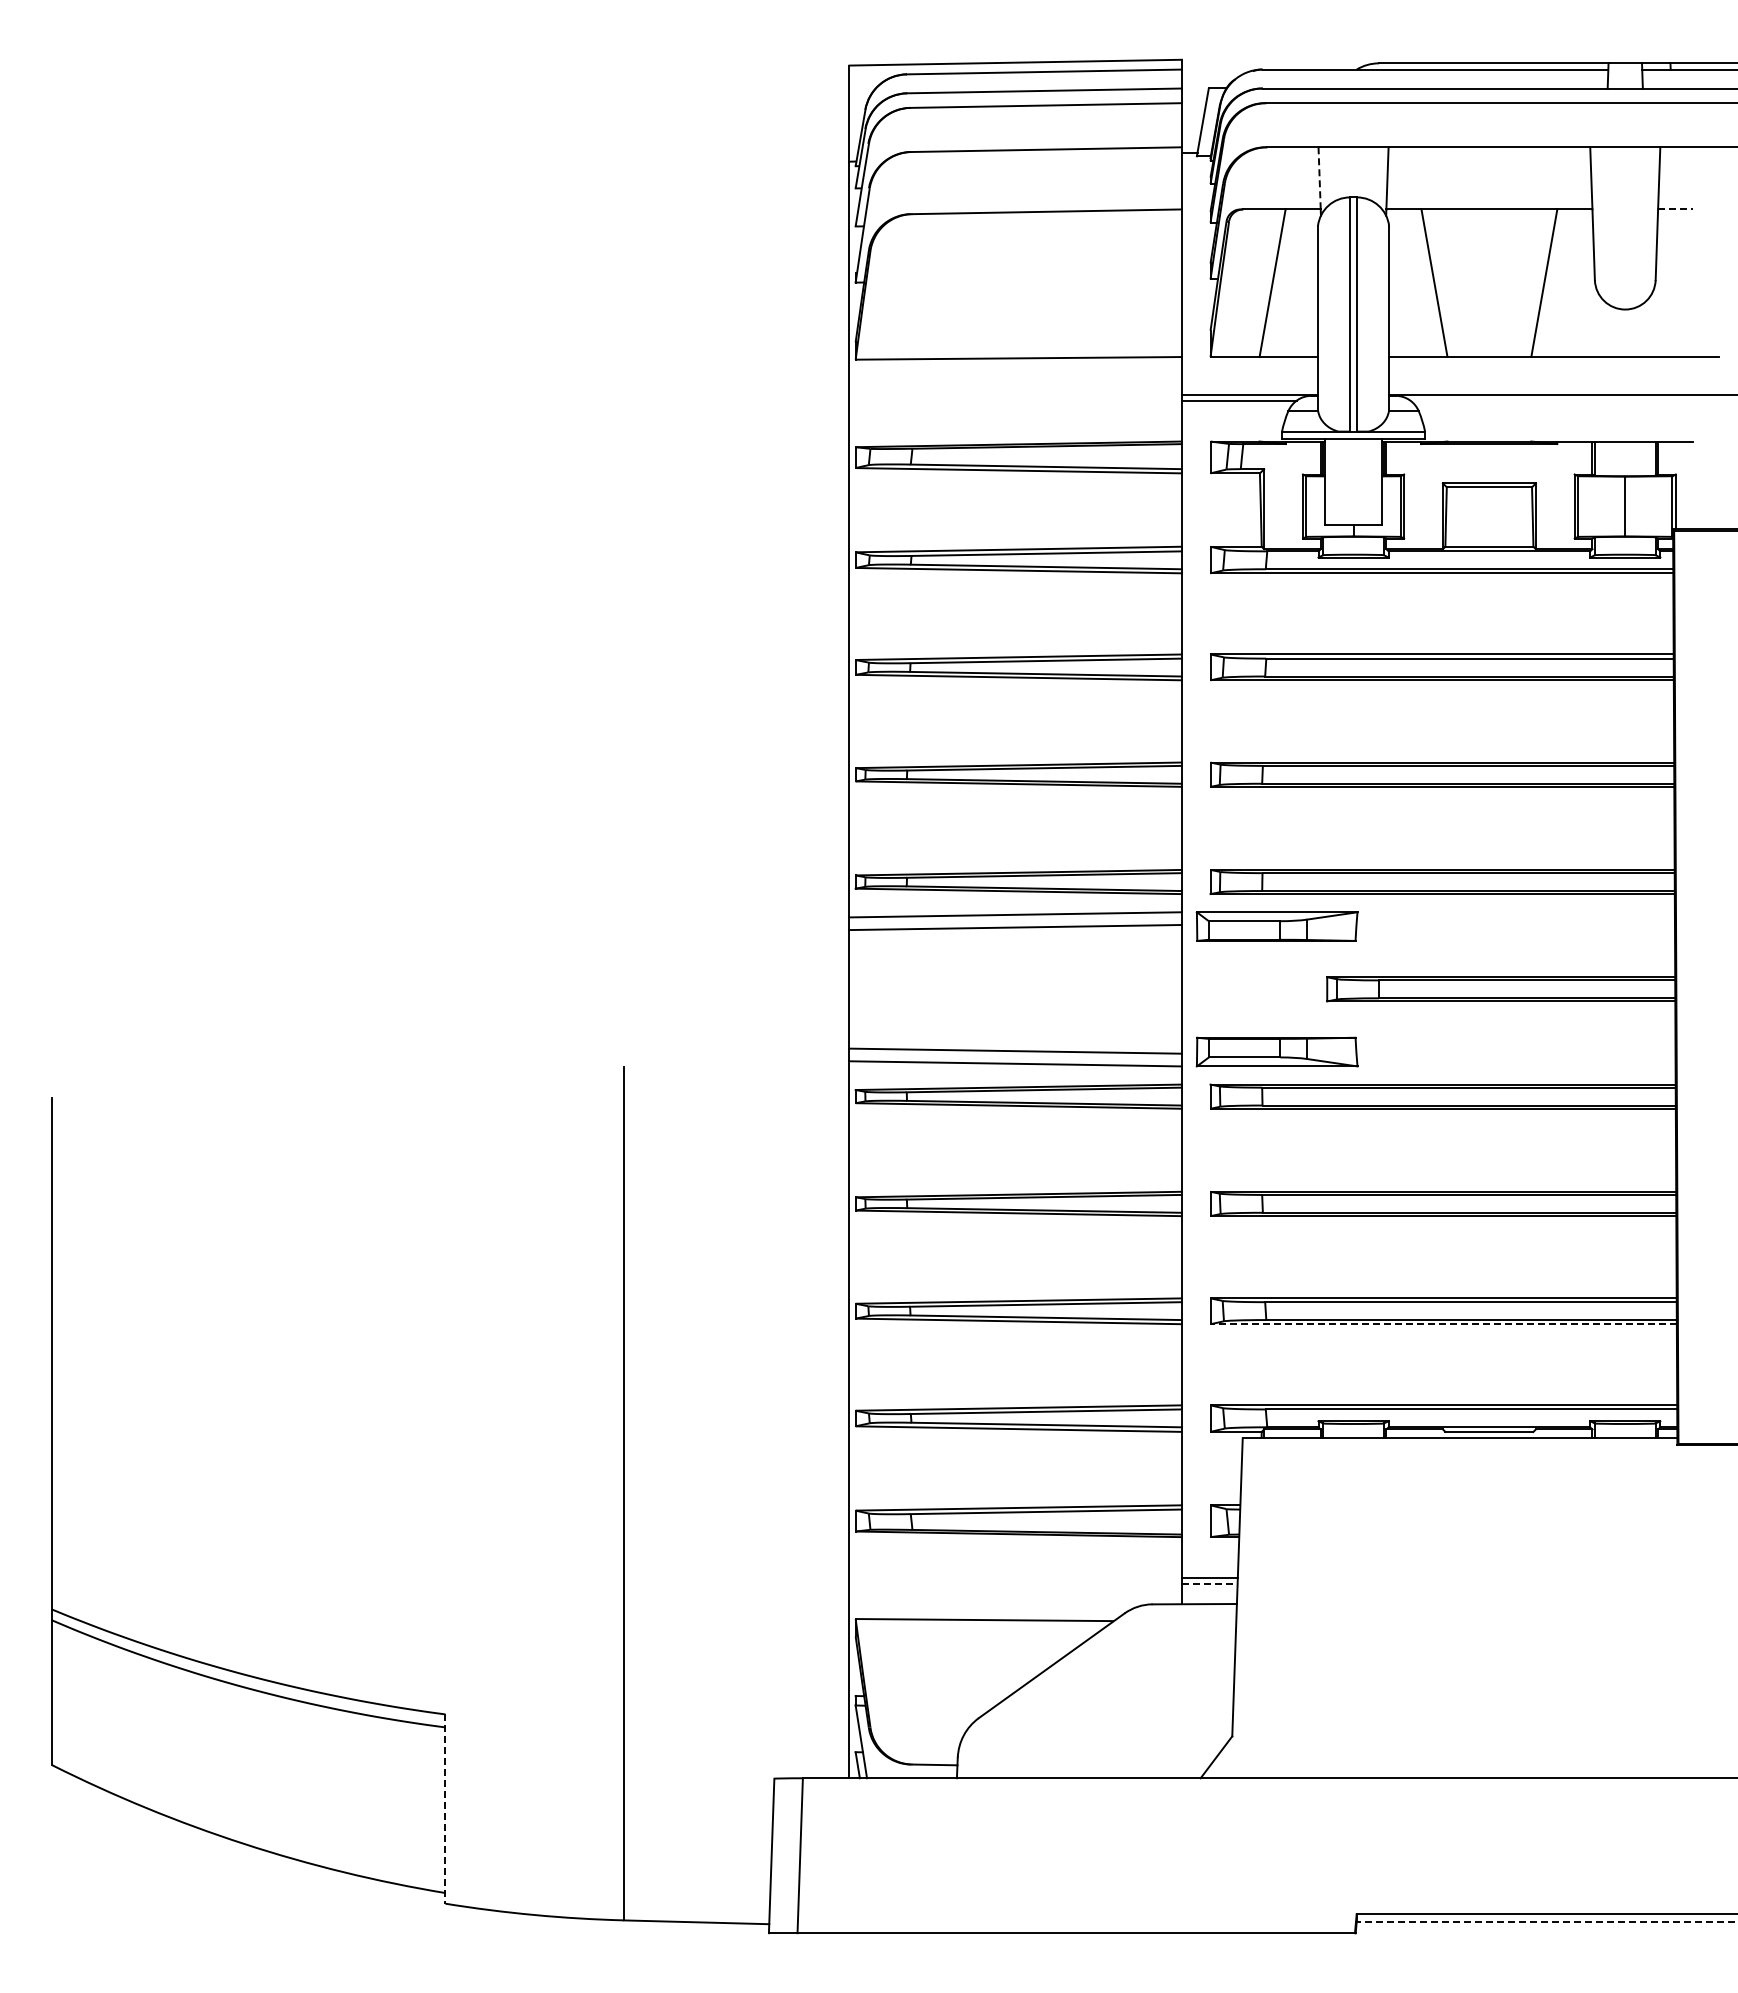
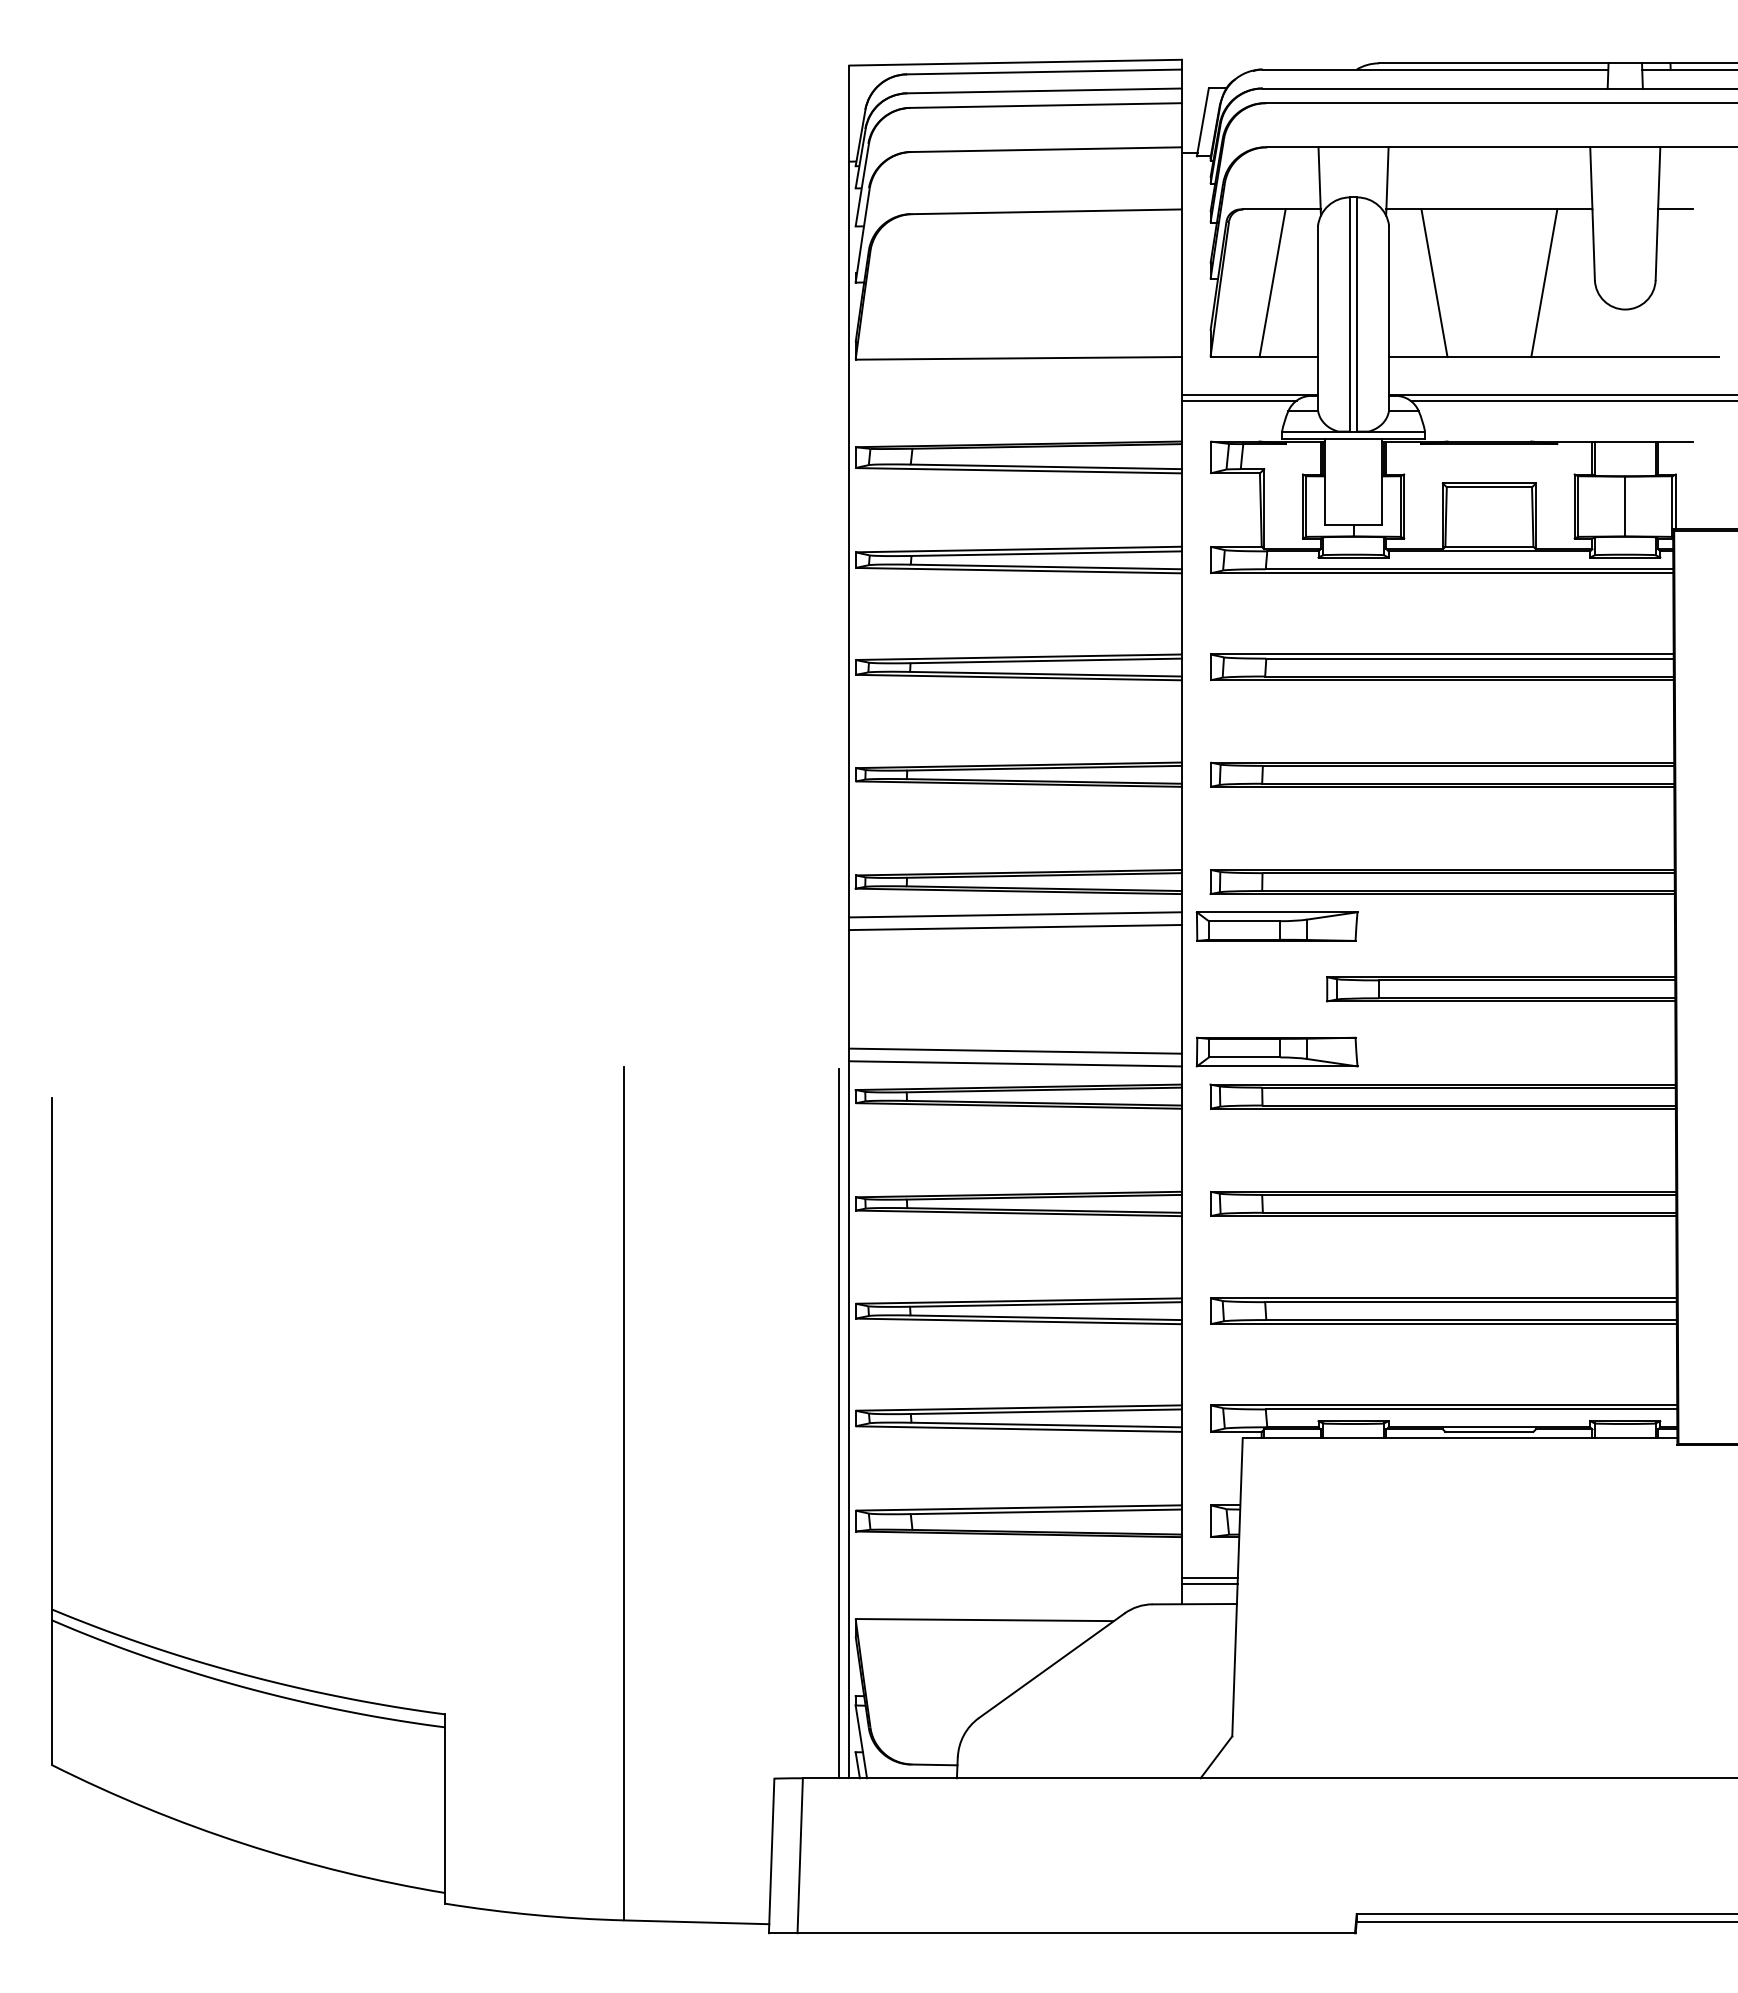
line at (1319, 178): dashed -> solid
line at (1675, 209): dashed -> solid
line at (1572, 400): none -> present
line at (1443, 1324): dashed -> solid
line at (838, 1423): none -> present
line at (1209, 1583): dashed -> solid
line at (445, 1809): dashed -> solid
line at (1546, 1921): dashed -> solid
